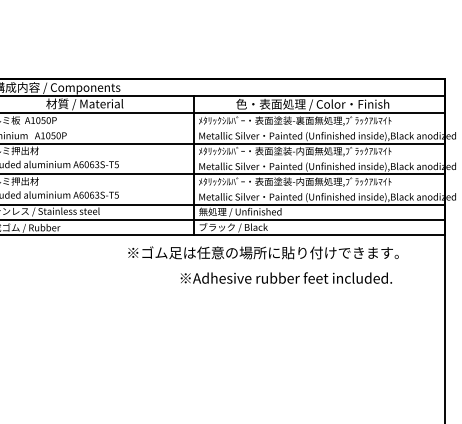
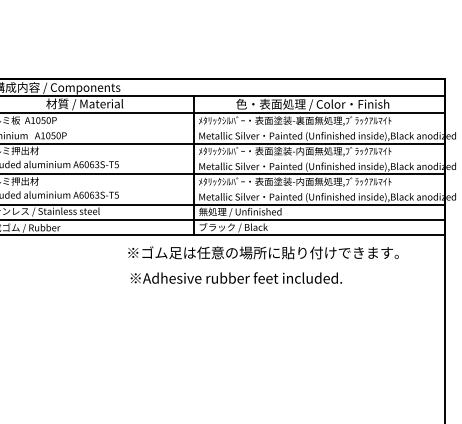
text at (285, 277) position: (285, 277) -> (235, 277)
